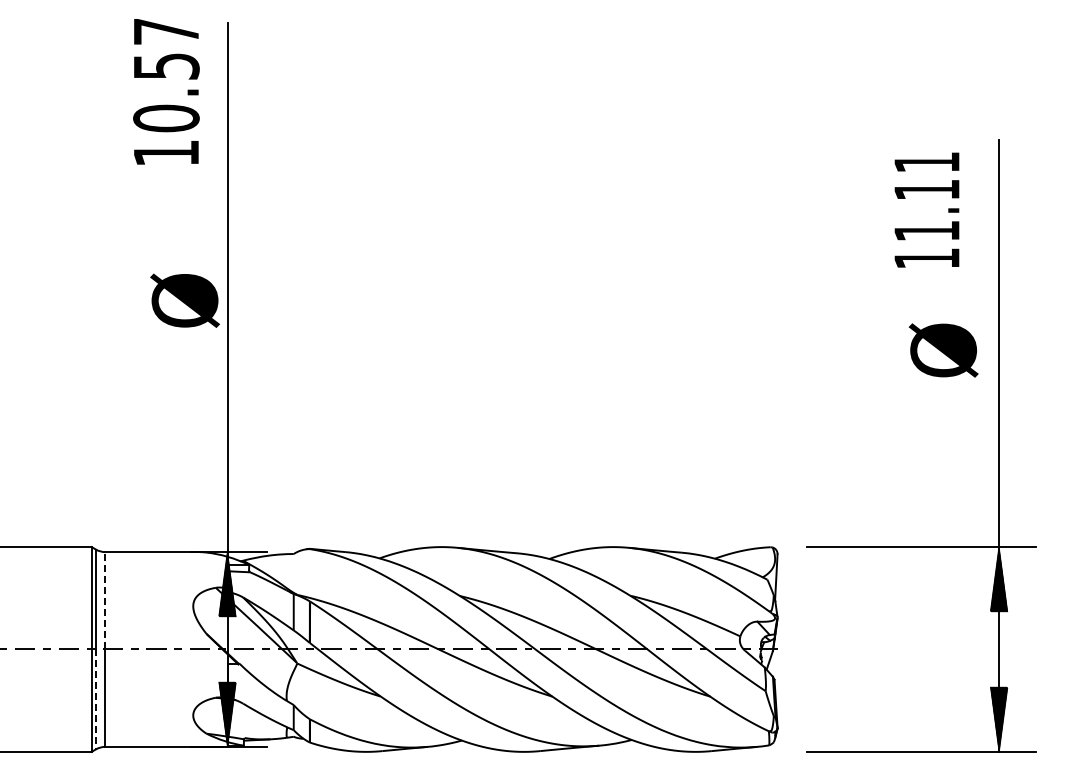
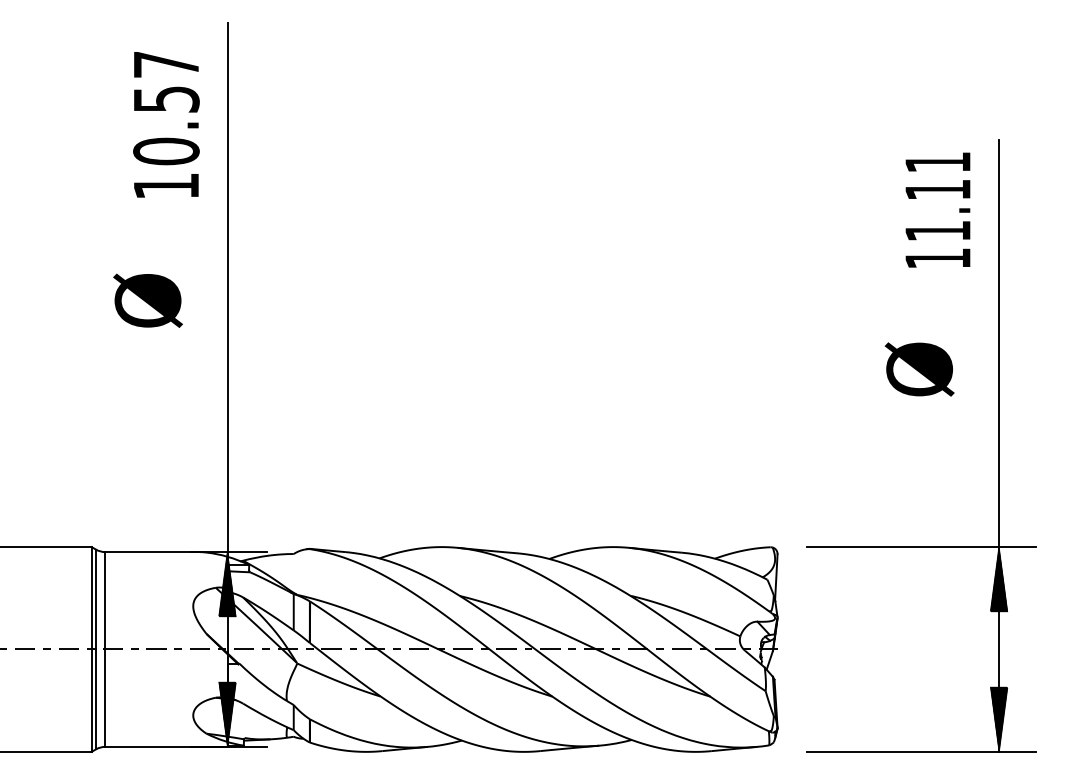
text at (166, 91) position: (166, 91) -> (166, 124)
text at (926, 209) position: (926, 209) -> (937, 209)
text at (184, 300) position: (184, 300) -> (147, 300)
text at (943, 350) position: (943, 350) -> (919, 369)
line at (105, 600): dashed -> solid
line at (96, 699): dashed -> solid
